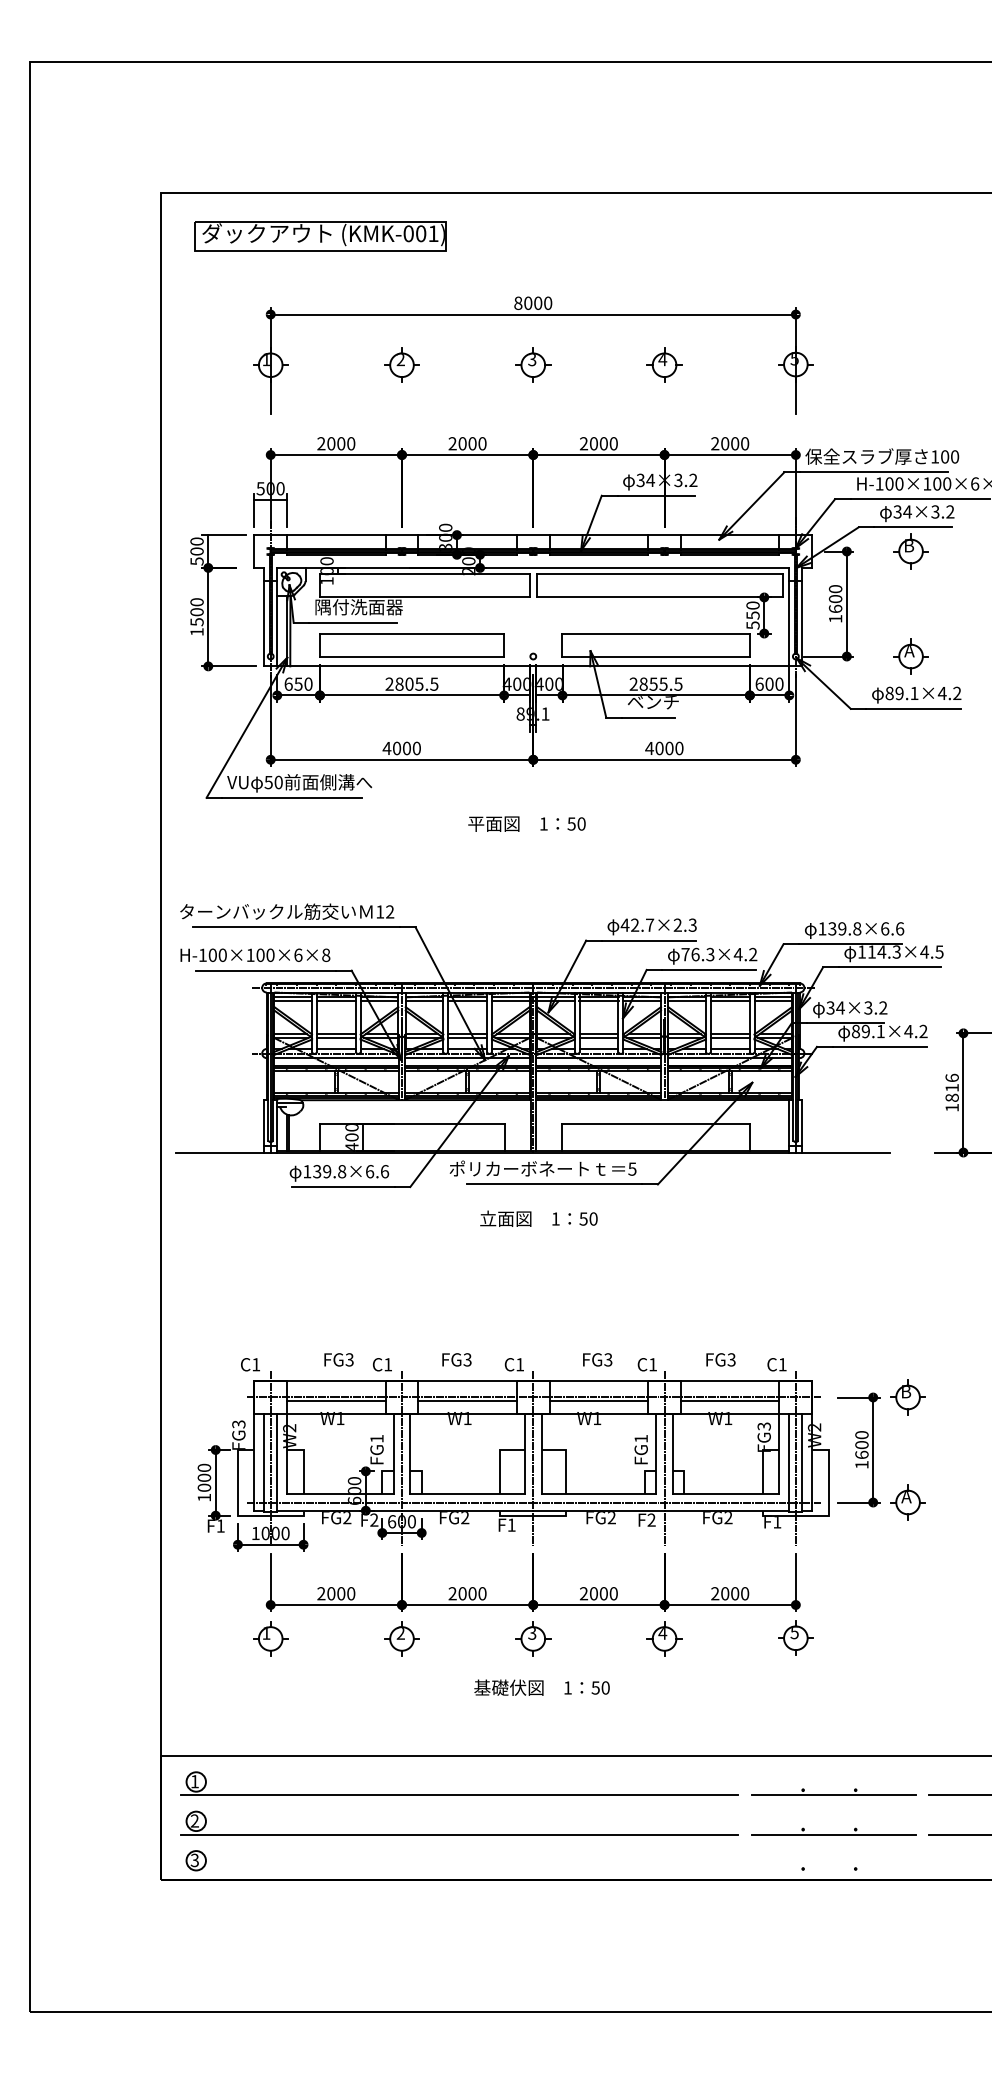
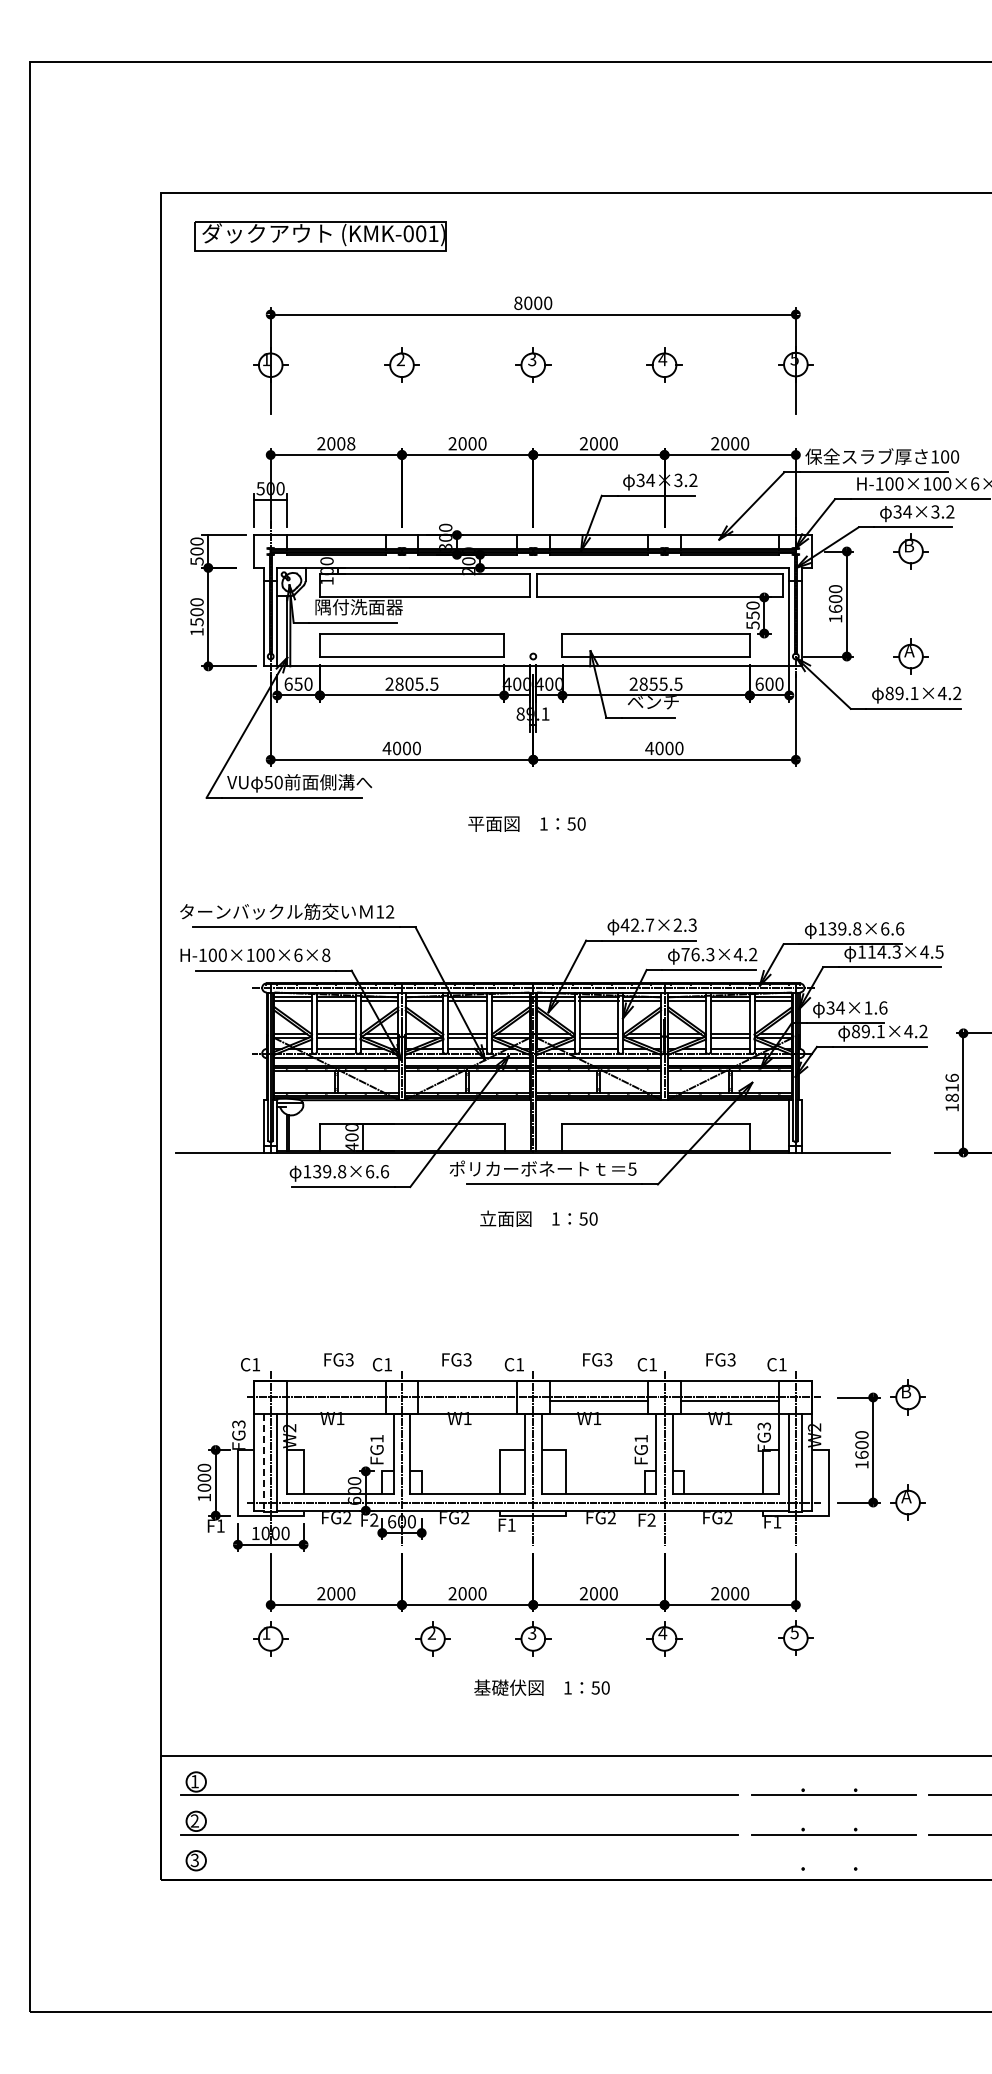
text at (351, 443): 2000 -> 2008
text at (875, 1007): 34×3.2 -> 34×1.6
line at (336, 1400): present -> none
line at (467, 1400): present -> none
line at (264, 1463): solid -> dashed
part at (401, 1638) position: (401, 1638) -> (432, 1638)
